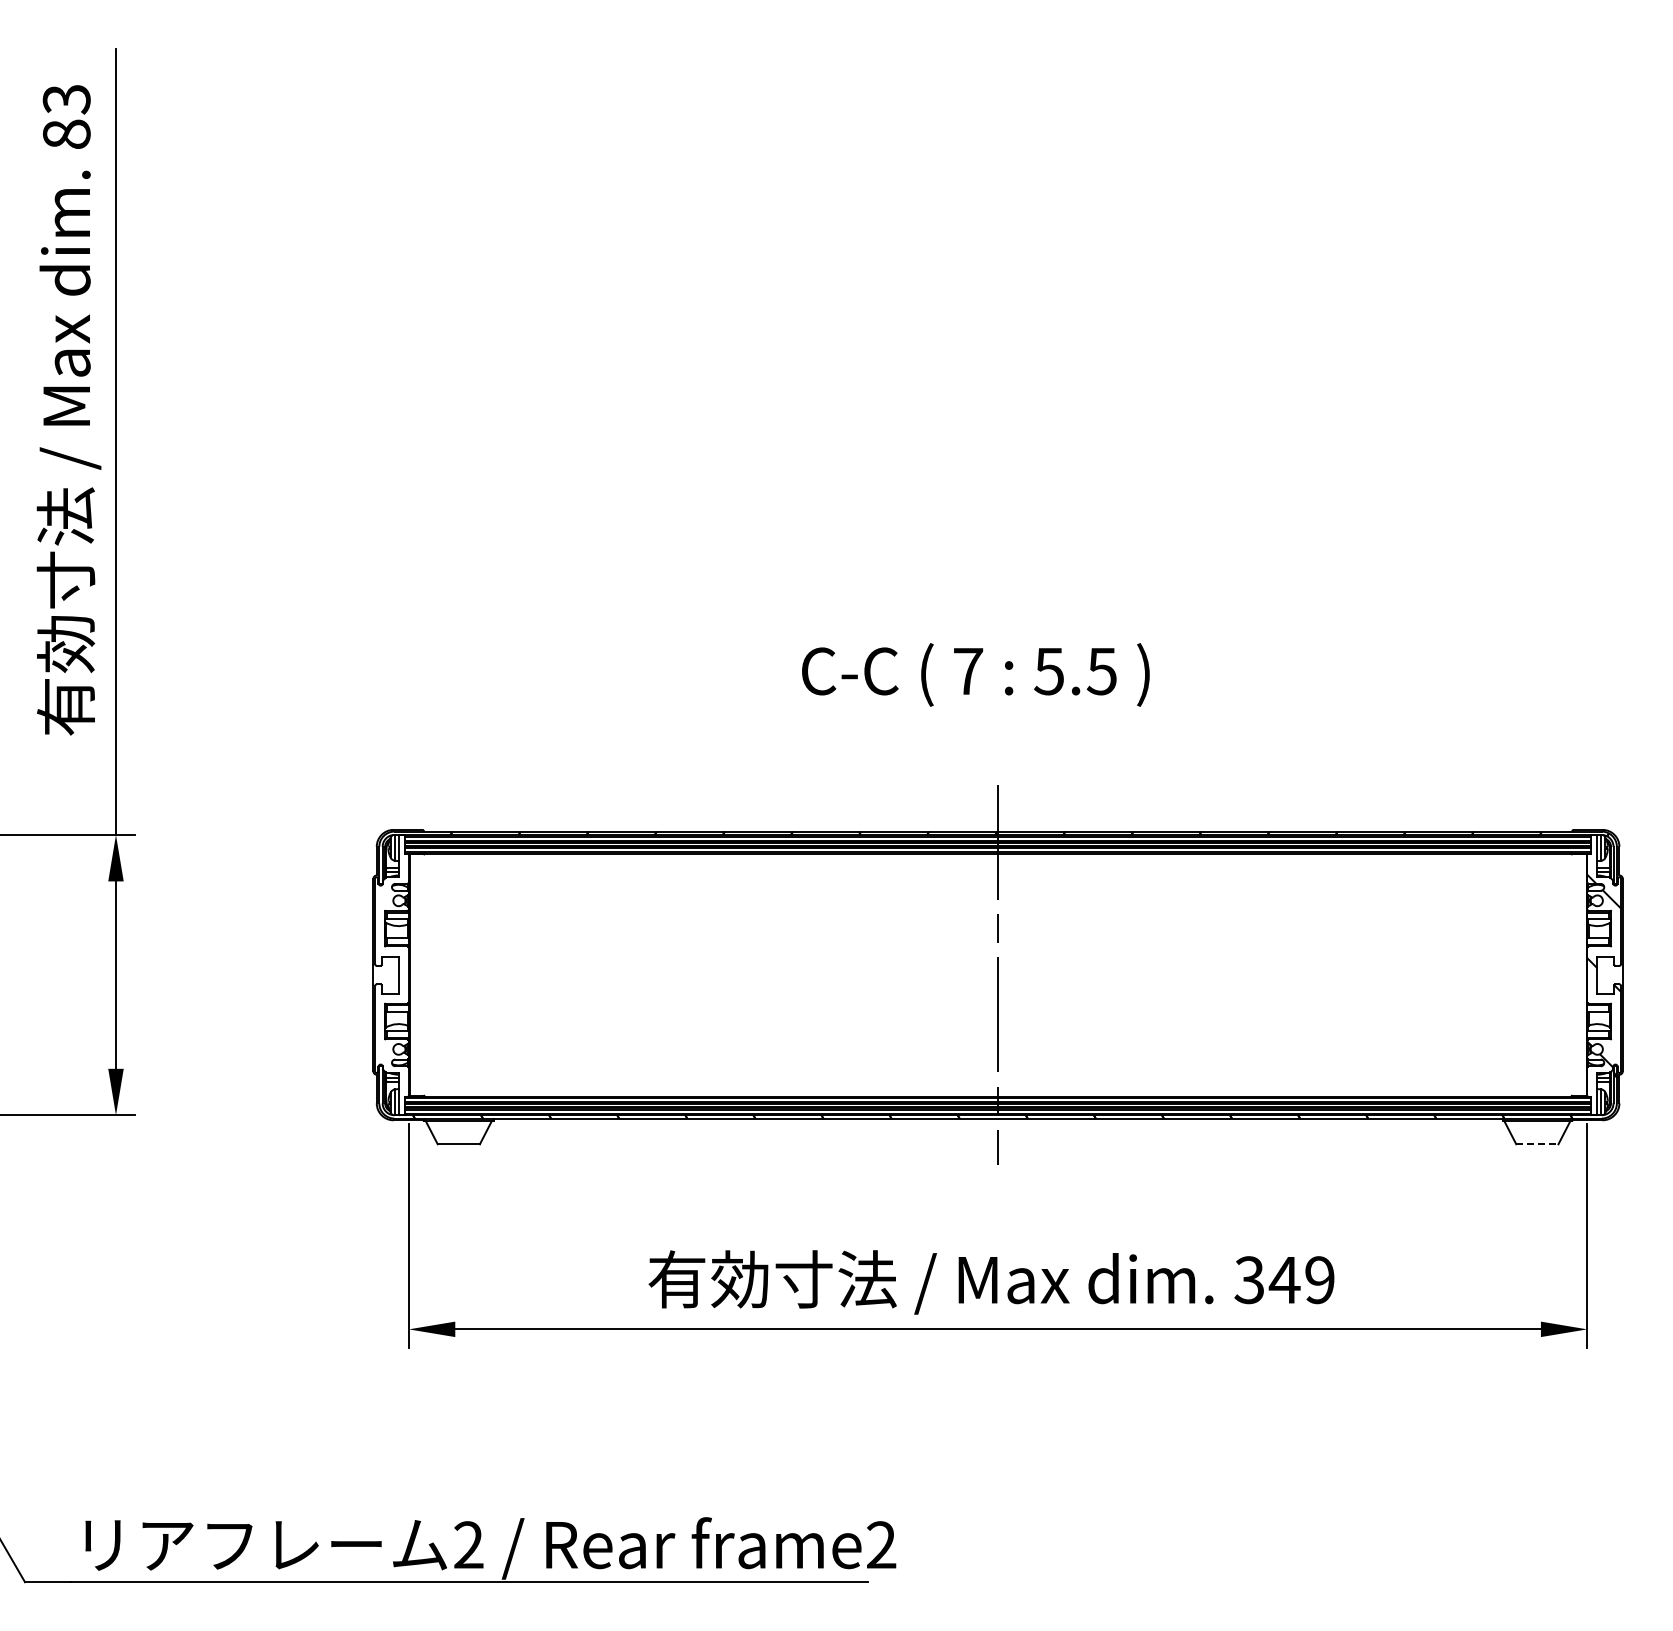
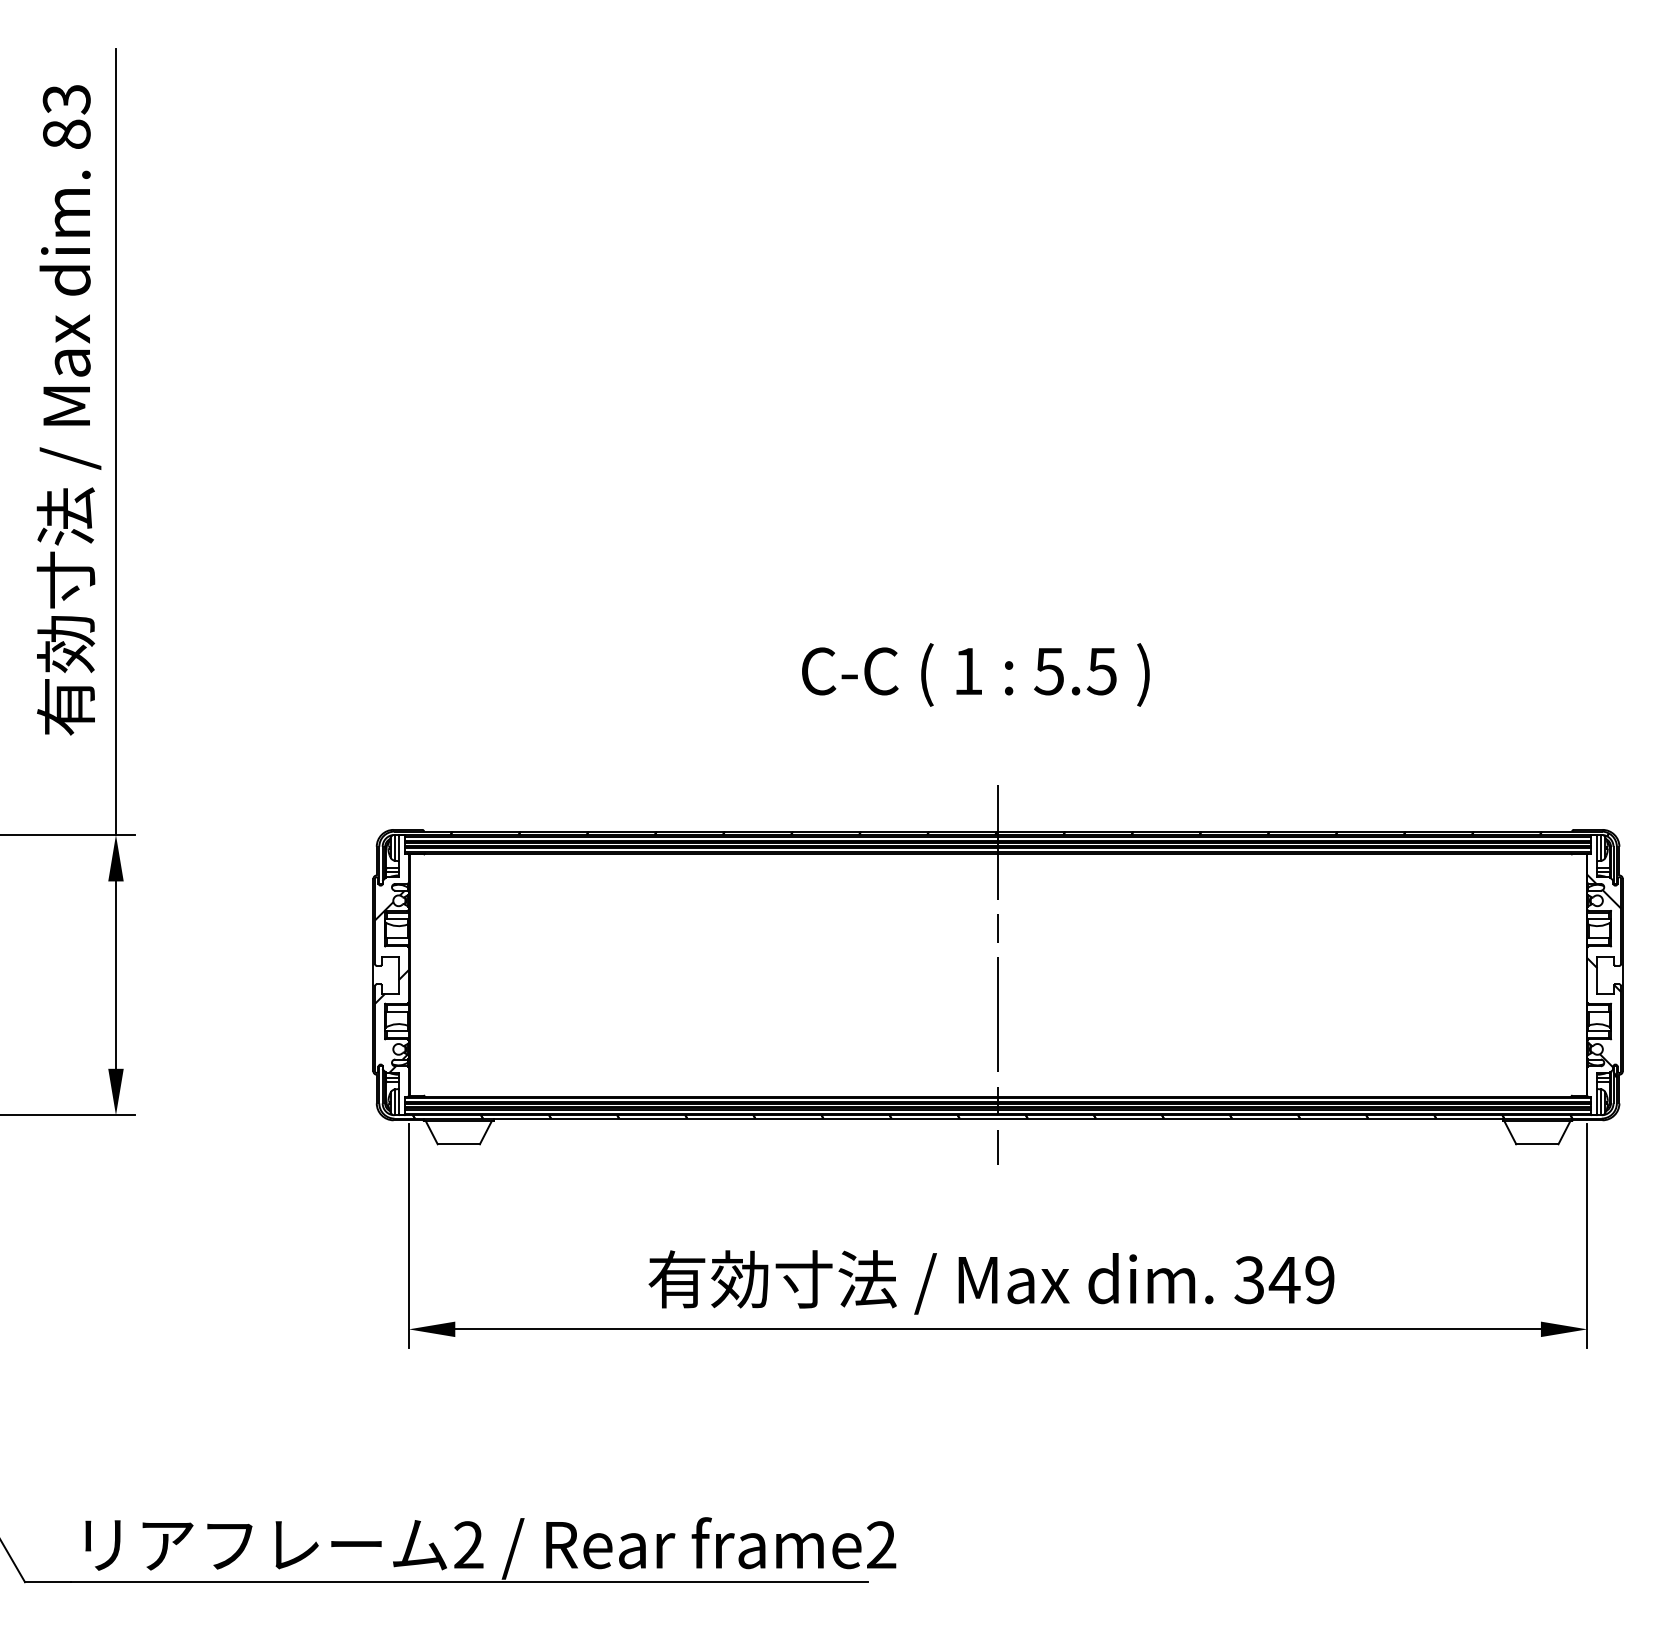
text at (968, 671): 7 -> 1
hatch at (391, 981): none -> present
line at (1537, 1144): dashed -> solid
